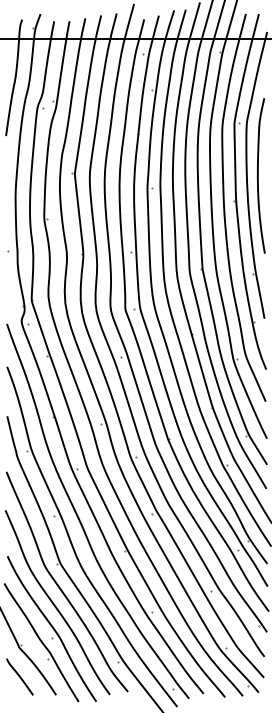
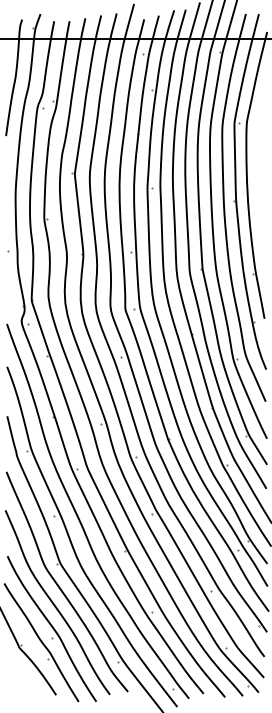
curve at (258, 175): present -> none
line at (19, 676): present -> none
